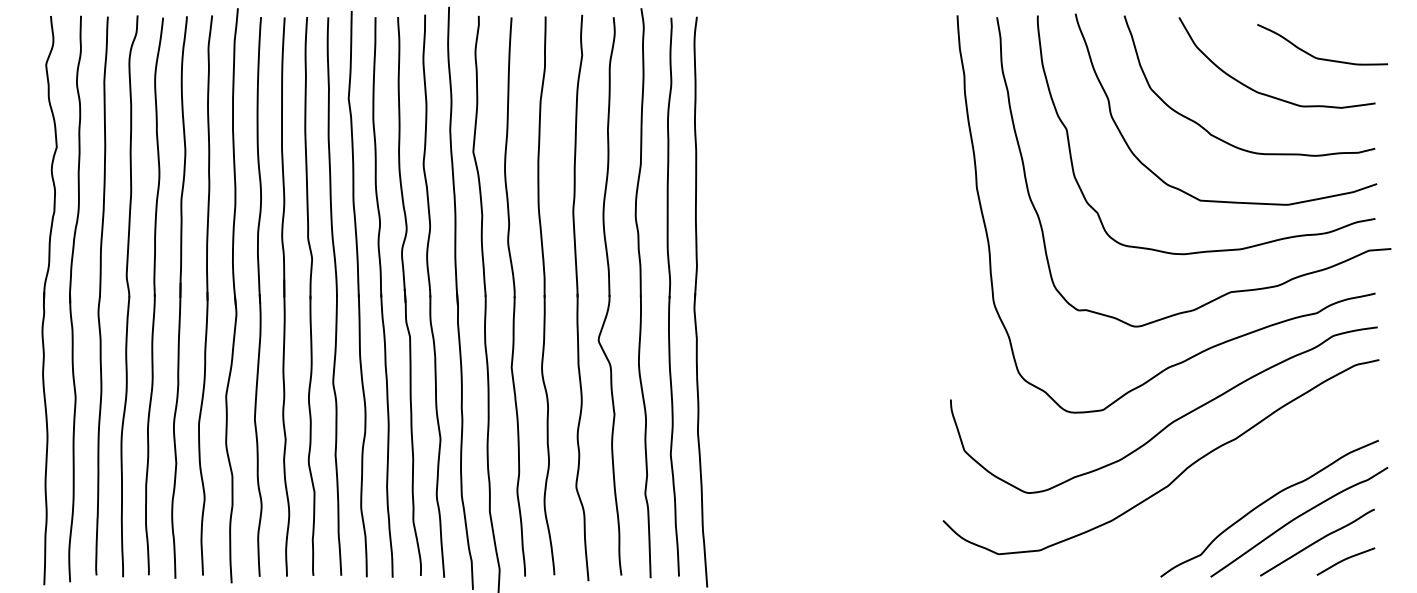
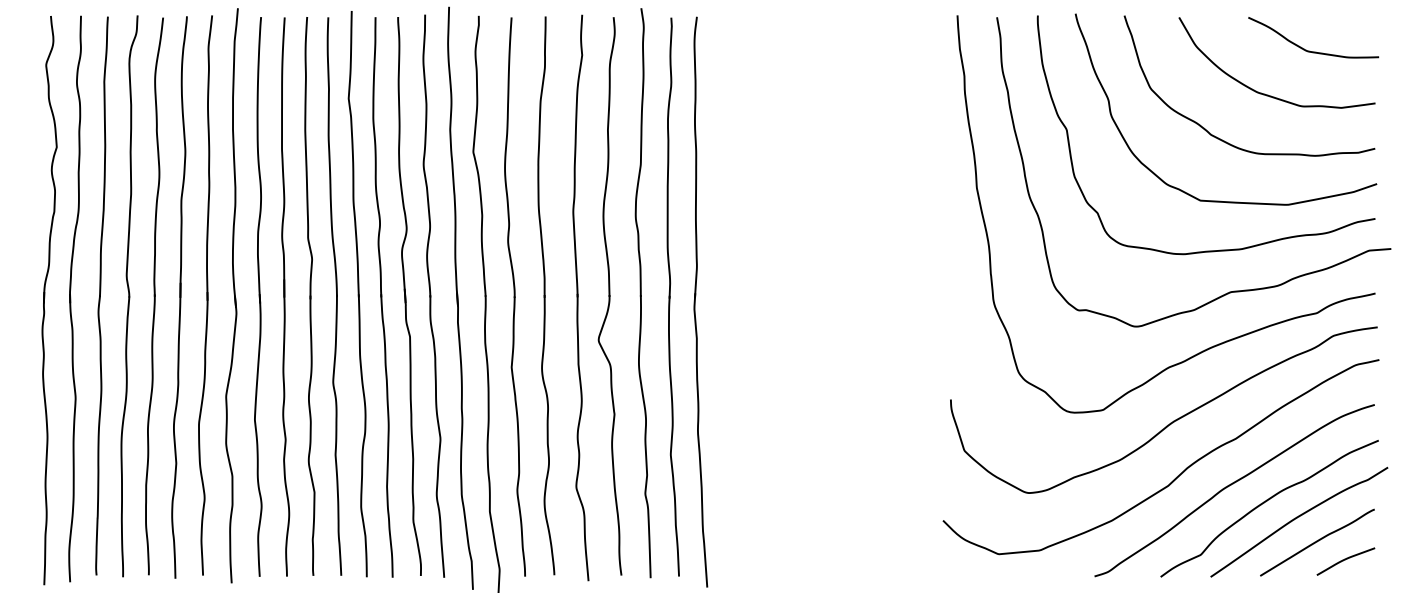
curve at (1318, 57) position: (1318, 57) -> (1309, 50)
curve at (1231, 485): none -> present
